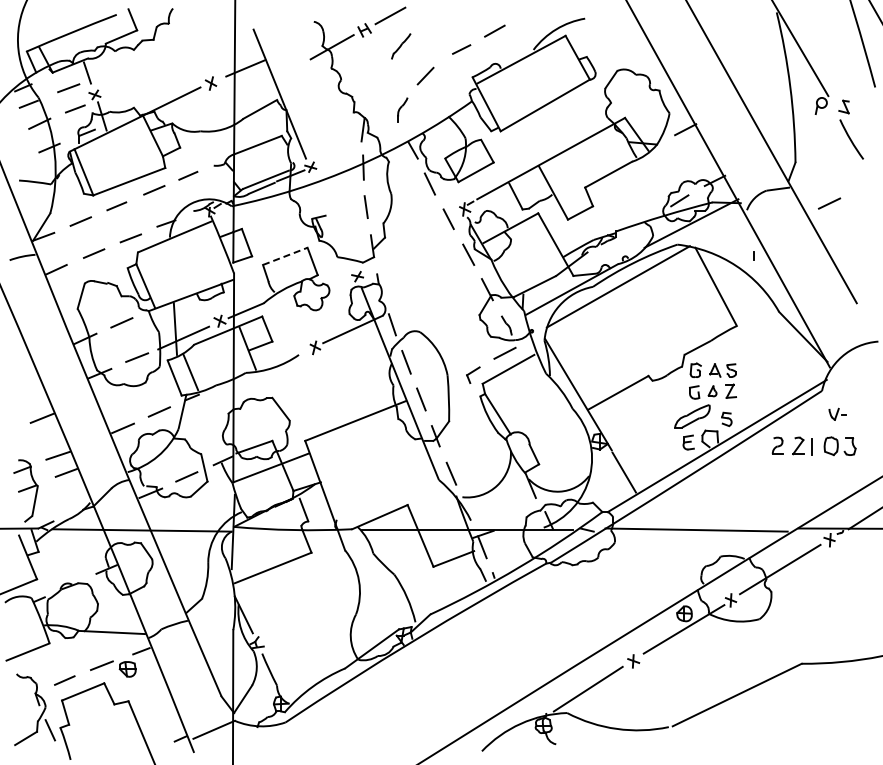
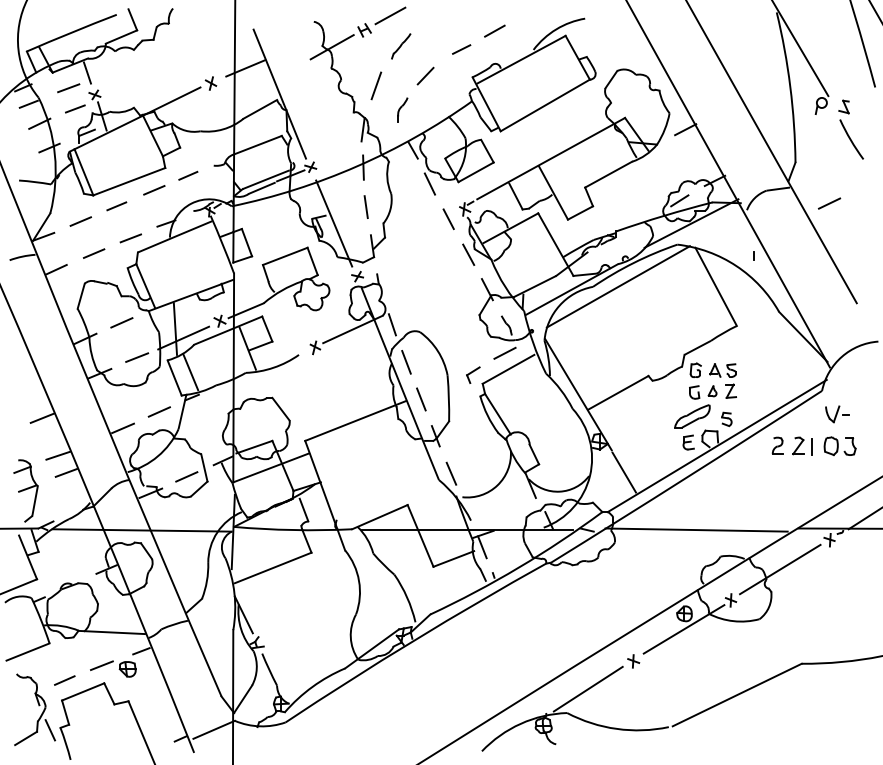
line at (376, 85): none -> present
line at (334, 223): none -> present
line at (285, 256): dashed -> solid
part at (837, 413) size: 19x14 px -> 25x19 px
